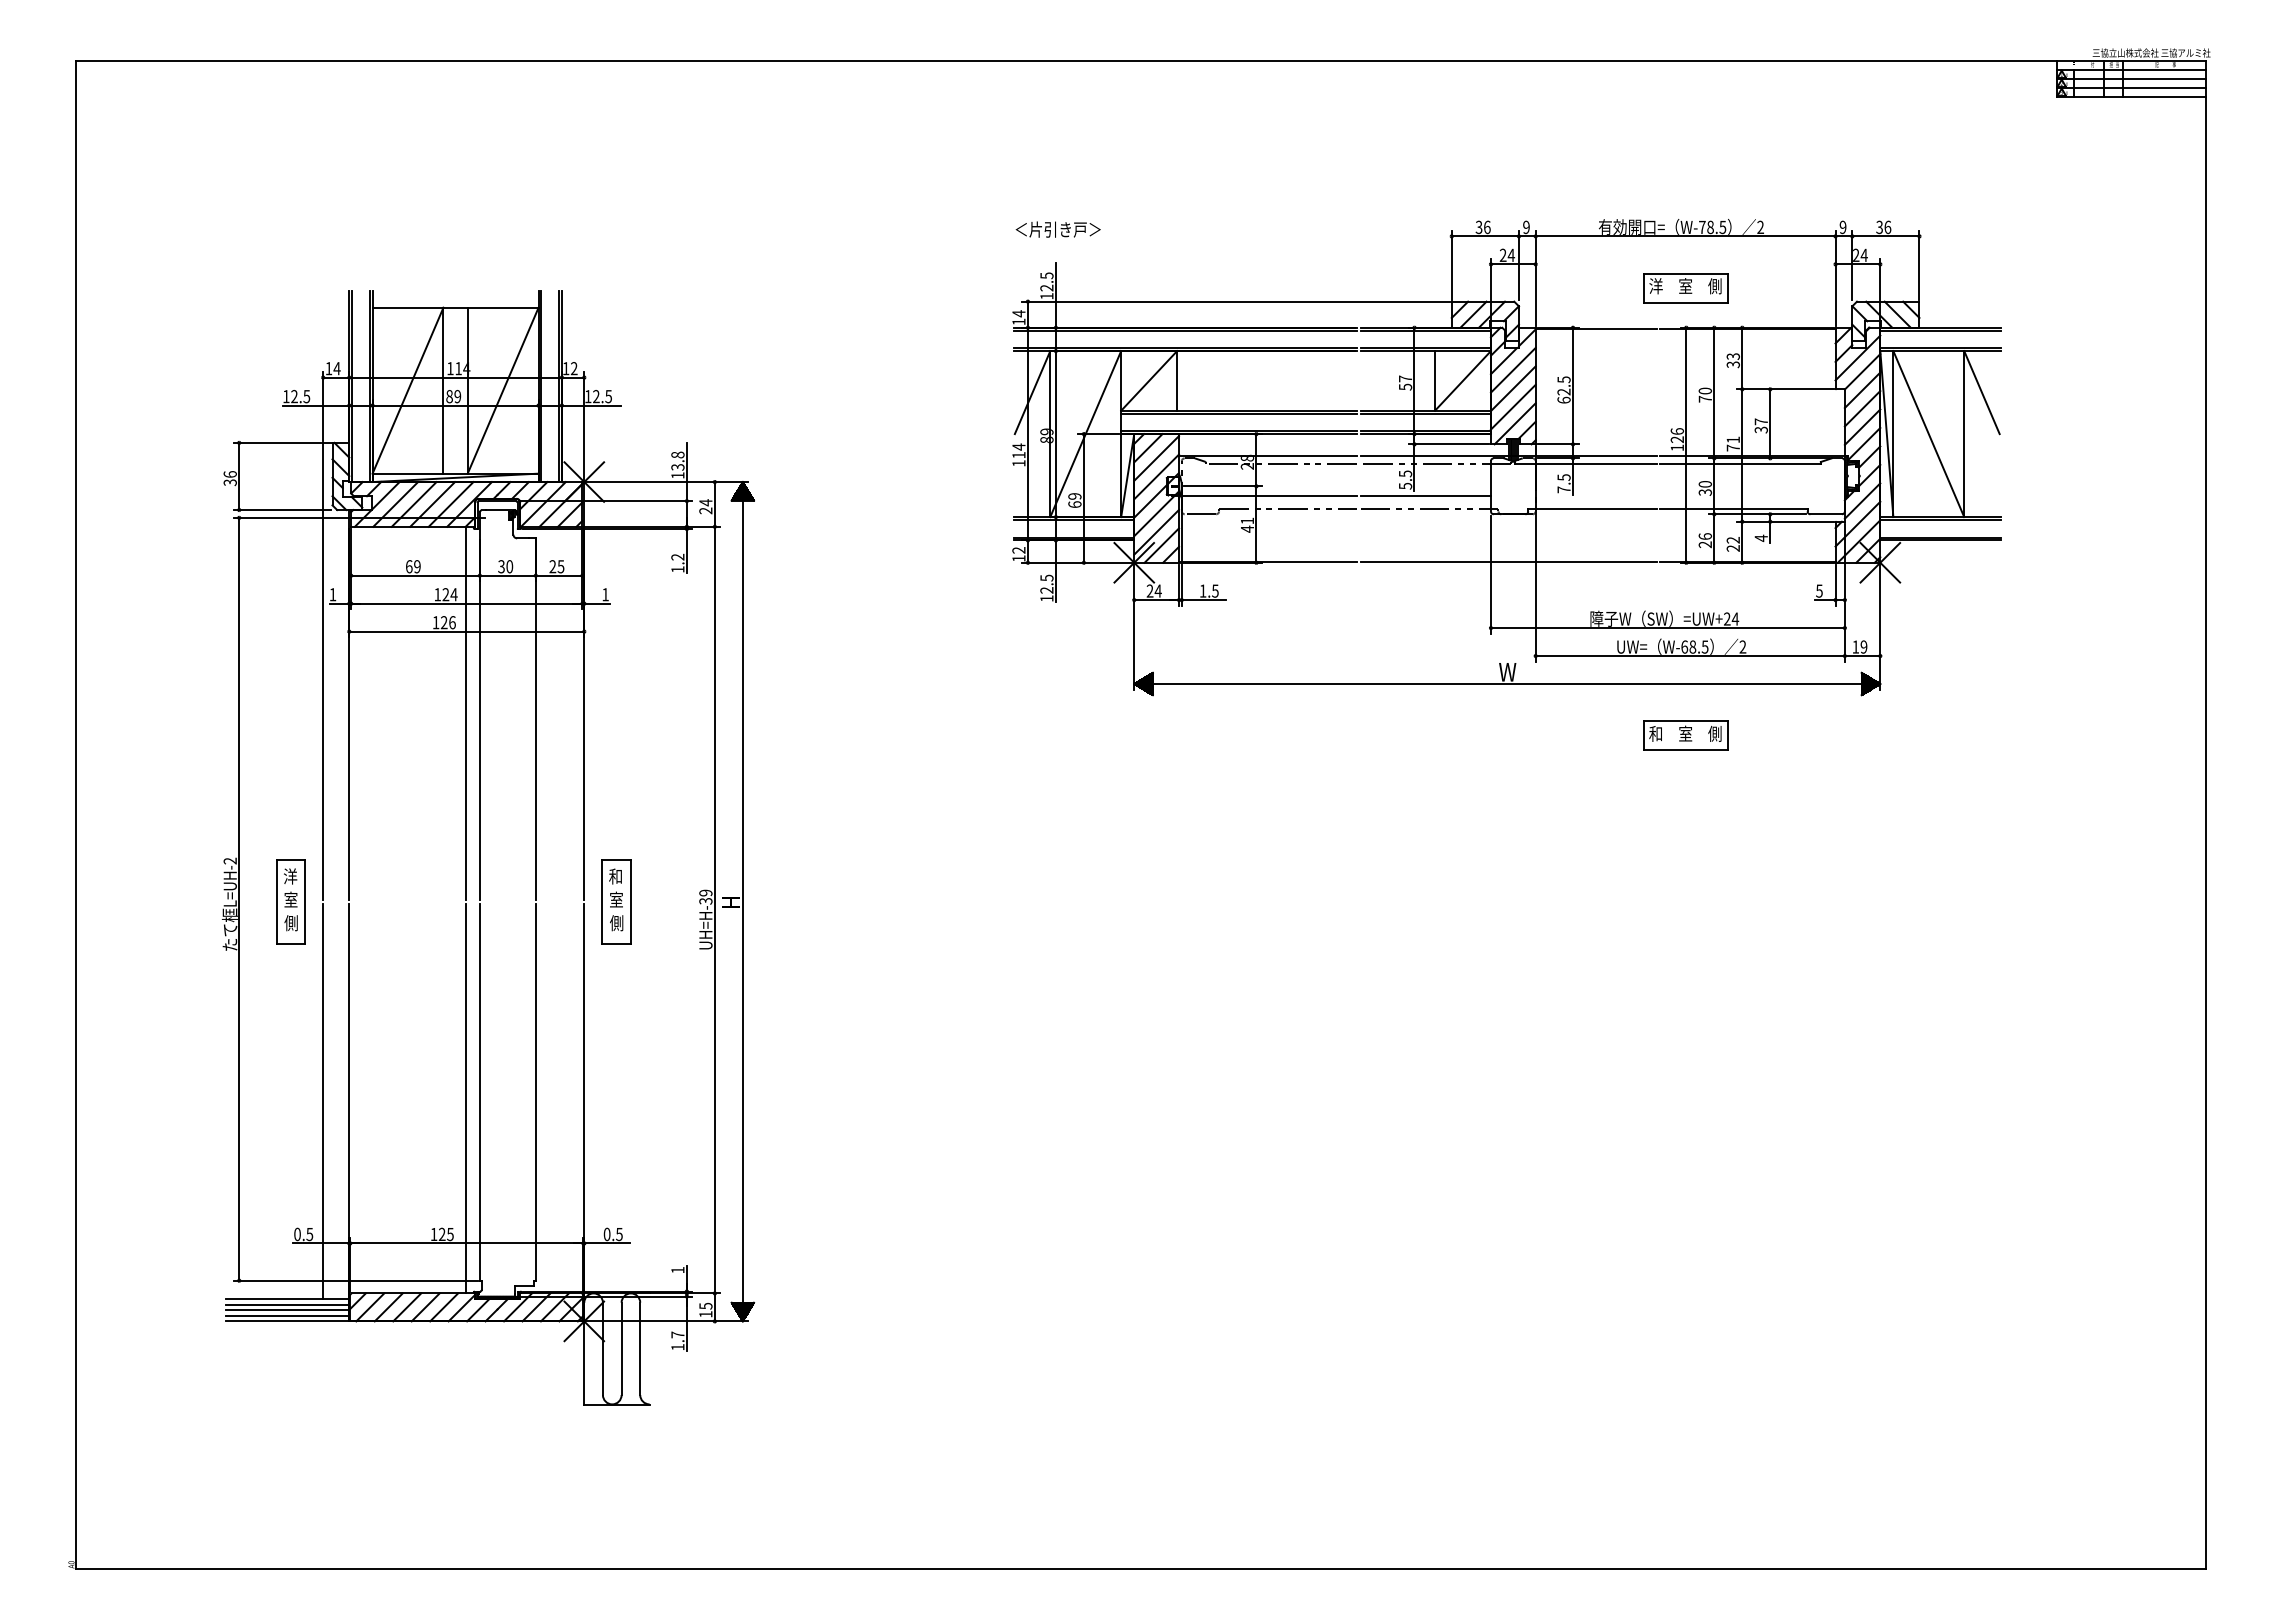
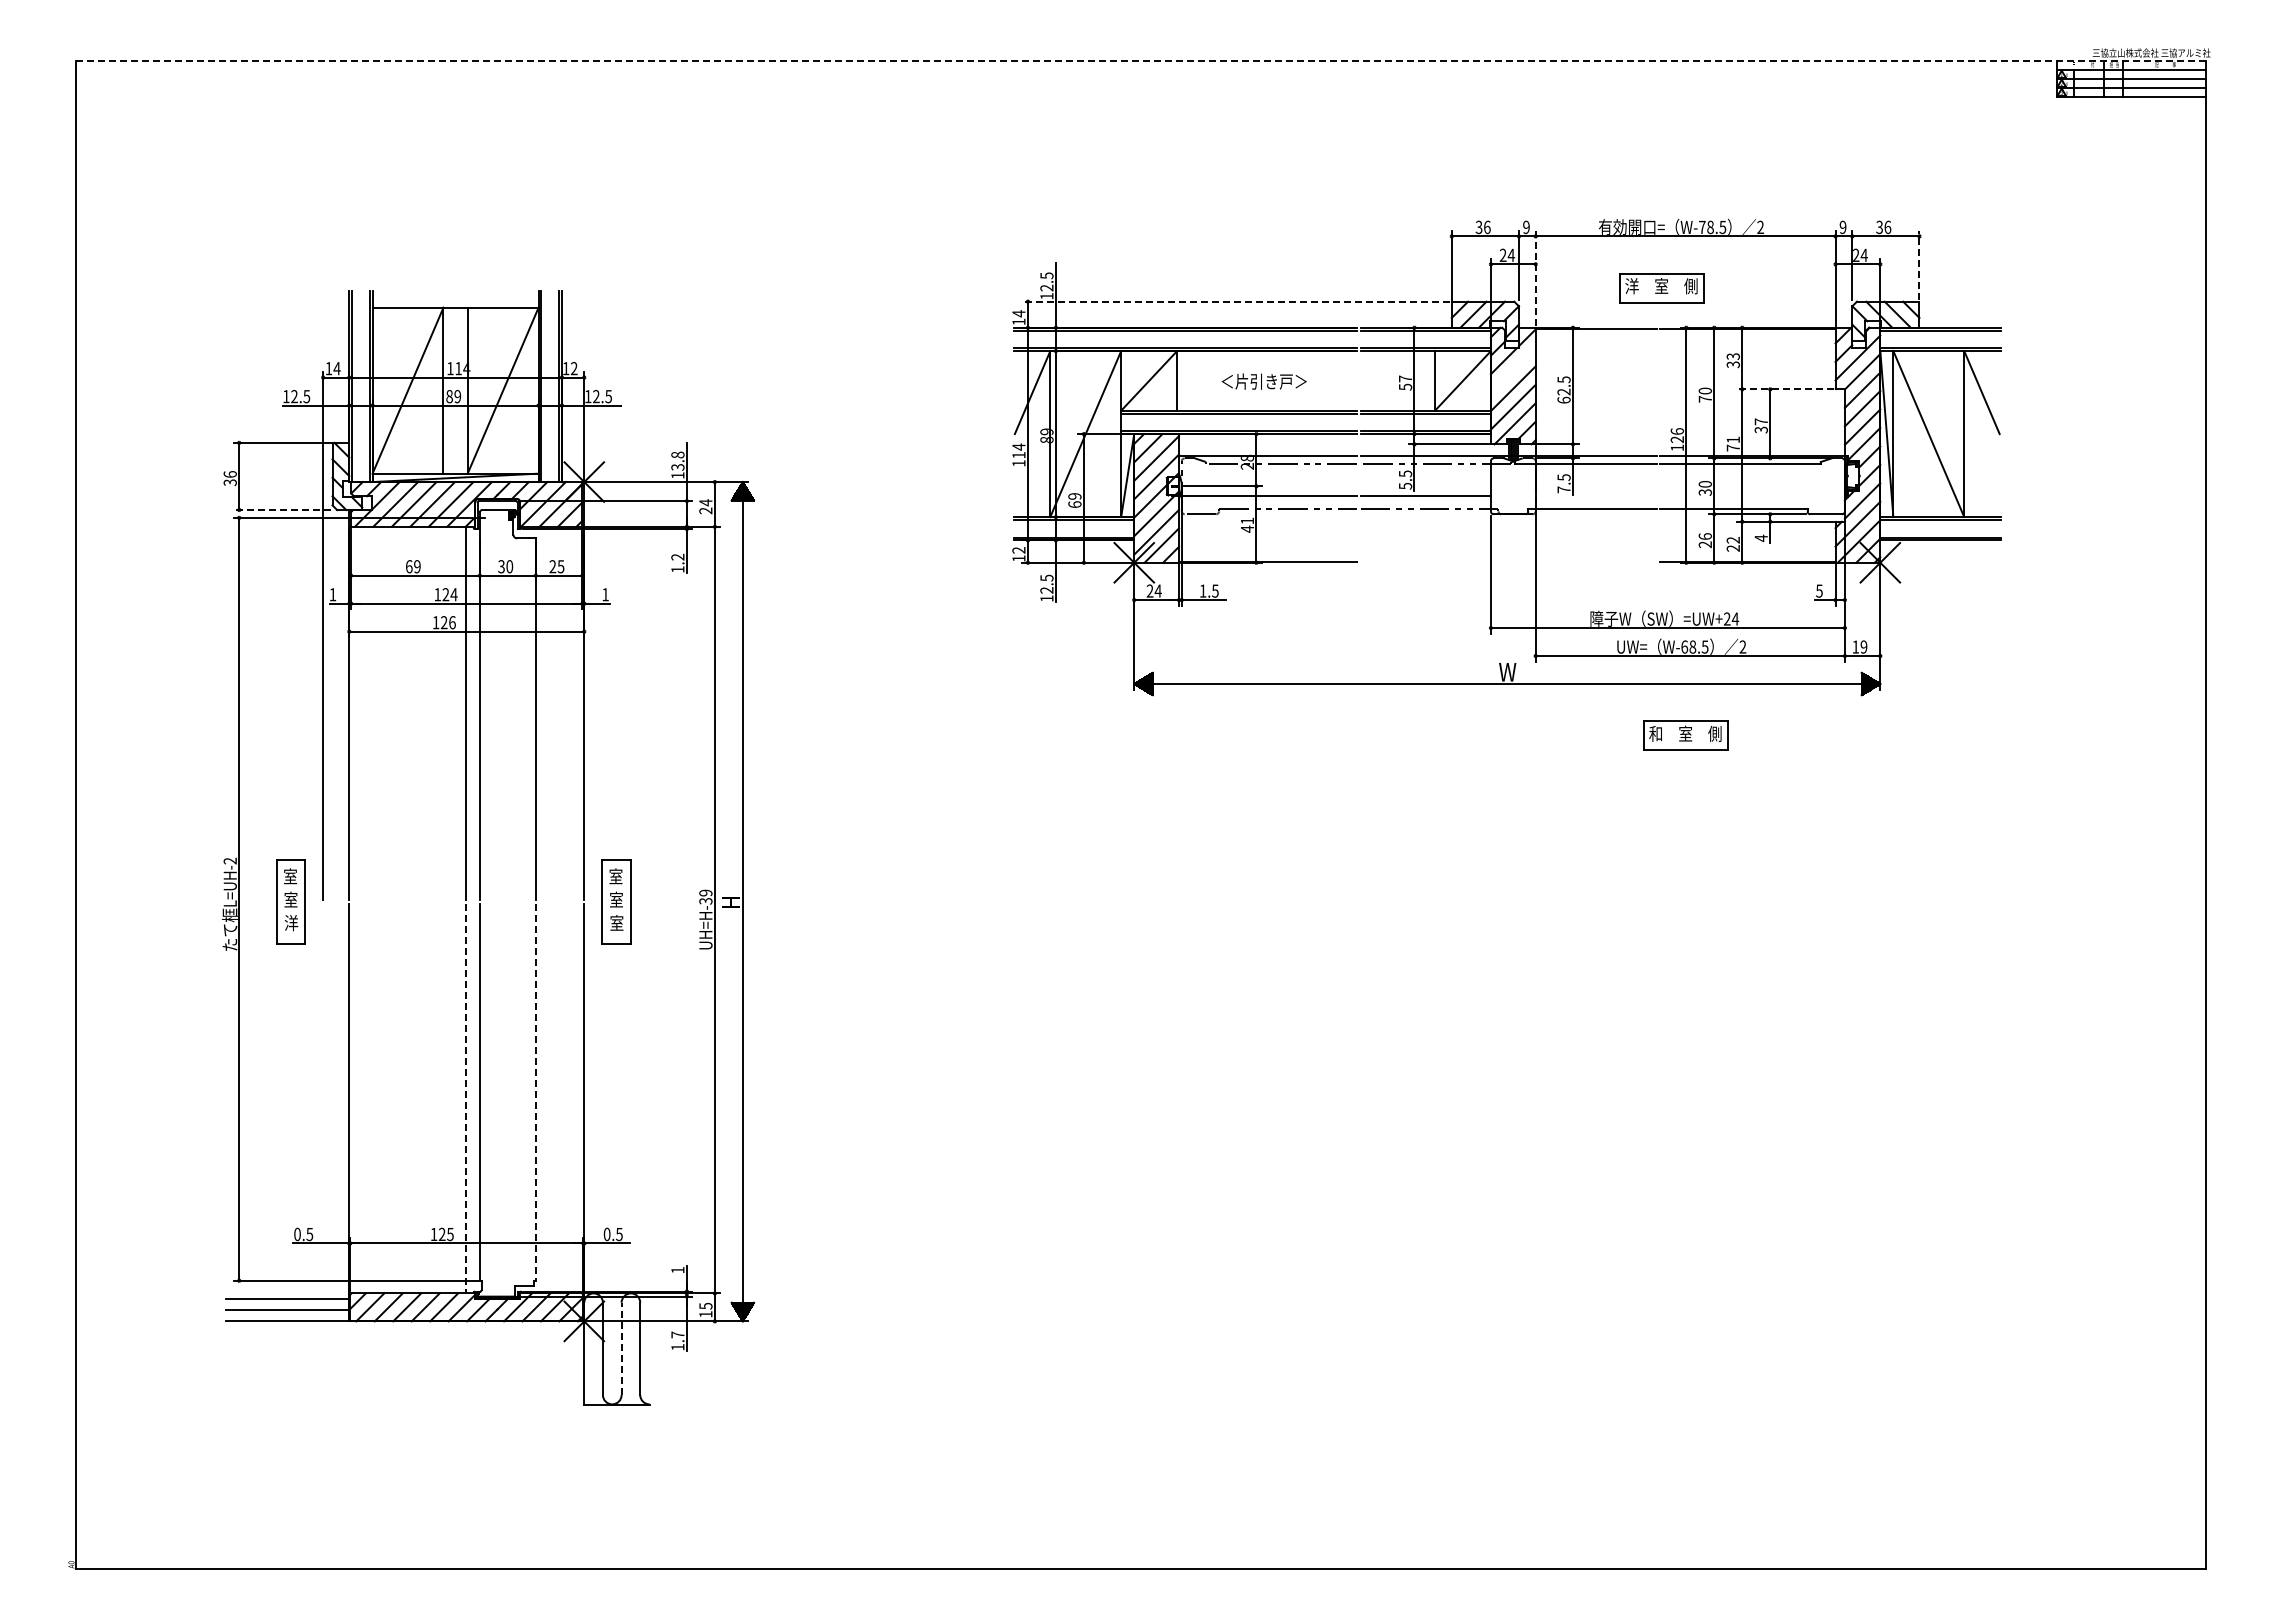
line at (1141, 60): solid -> dashed
text at (1057, 229) position: (1057, 229) -> (1263, 381)
line at (1919, 265): solid -> dashed
line at (1535, 278): solid -> dashed
part at (1685, 288) position: (1685, 288) -> (1661, 288)
line at (1236, 301): solid -> dashed
line at (1512, 369): present -> none
line at (1784, 389): solid -> dashed
line at (281, 510): solid -> dashed
line at (1508, 561): present -> none
text at (290, 876): 洋 -> 室
text at (615, 876): 和 -> 室
text at (291, 923): 側 -> 洋
text at (616, 923): 側 -> 室
line at (535, 1092): solid -> dashed
line at (465, 1098): solid -> dashed
line at (323, 1101): present -> none
line at (287, 1304): present -> none
line at (287, 1315): present -> none
line at (621, 1348): solid -> dashed
